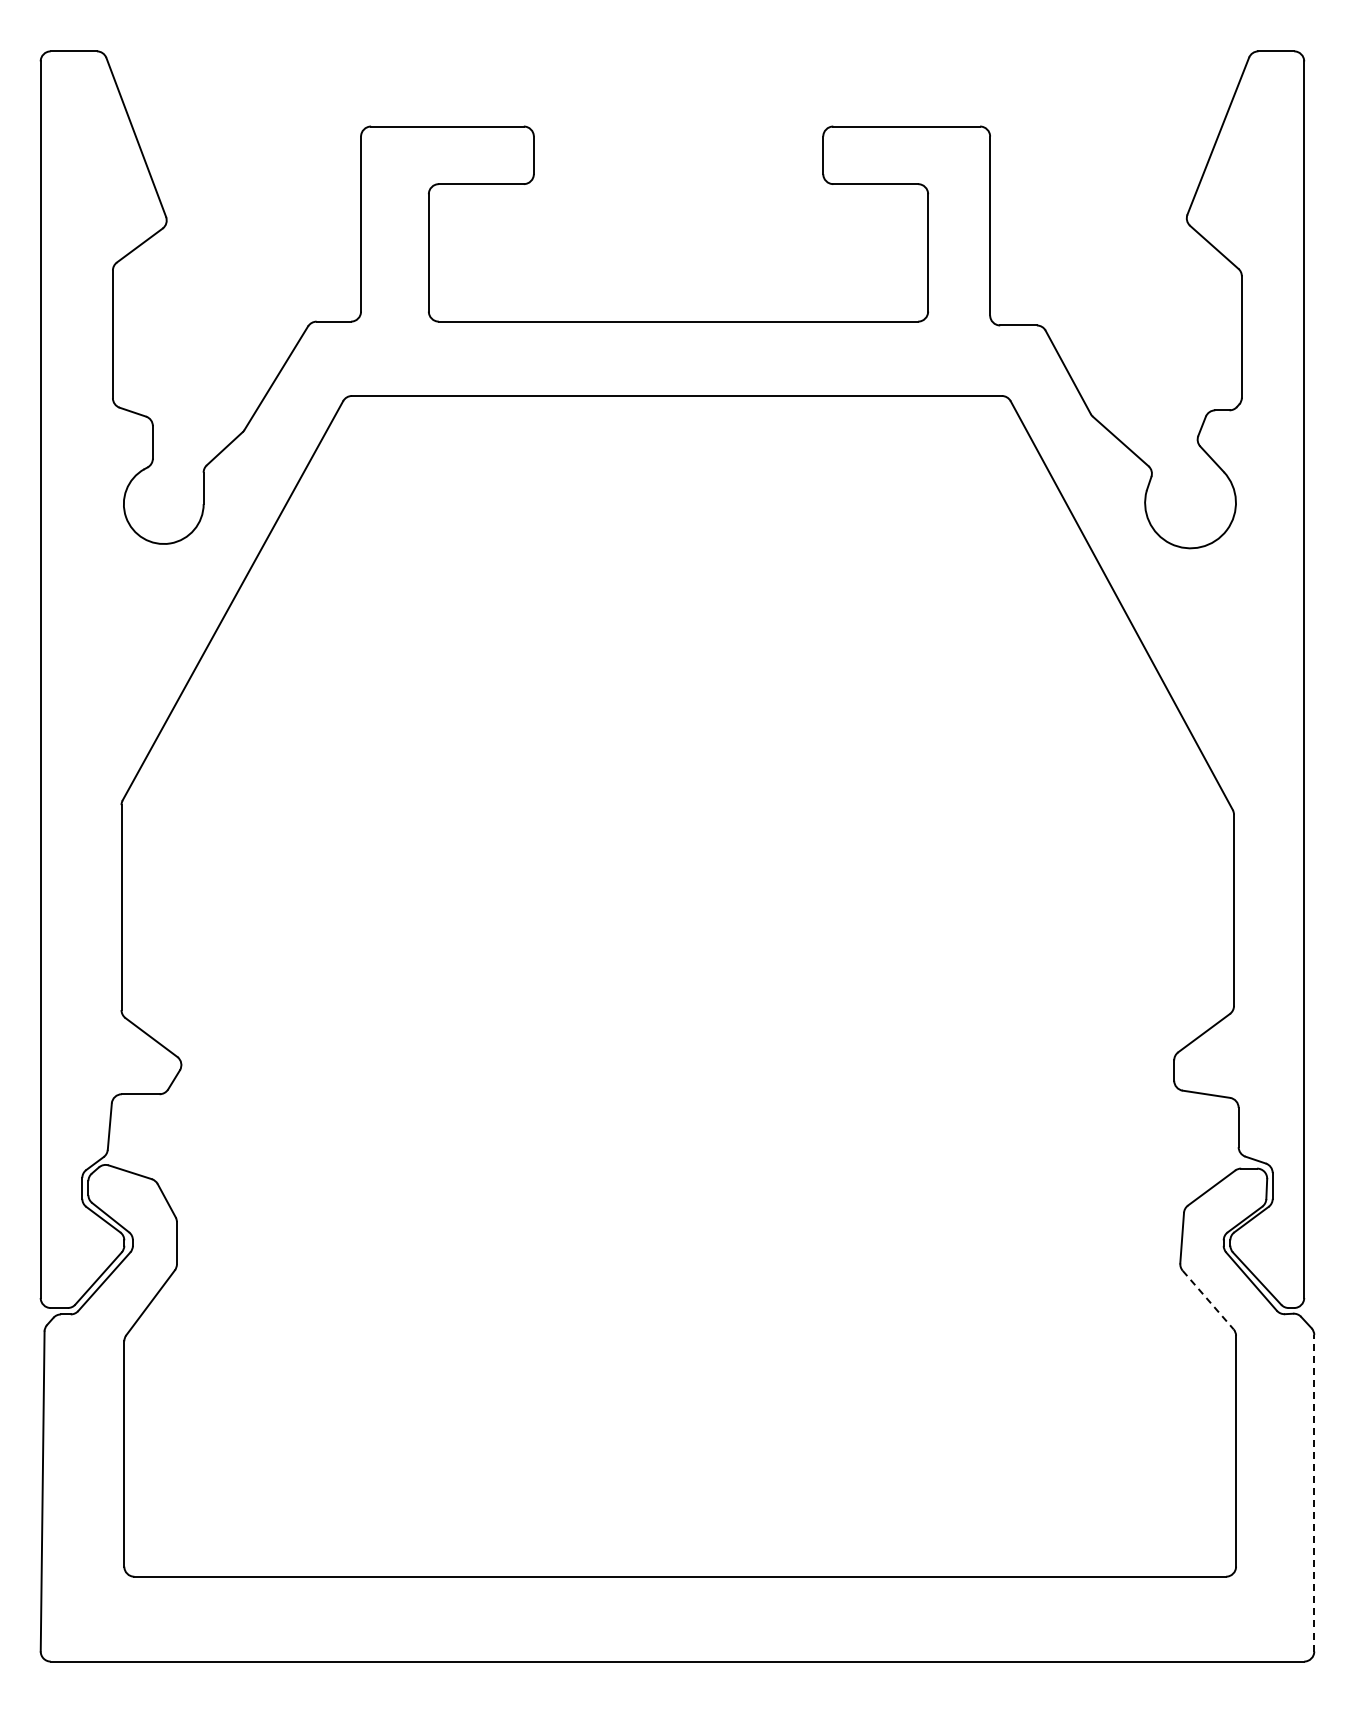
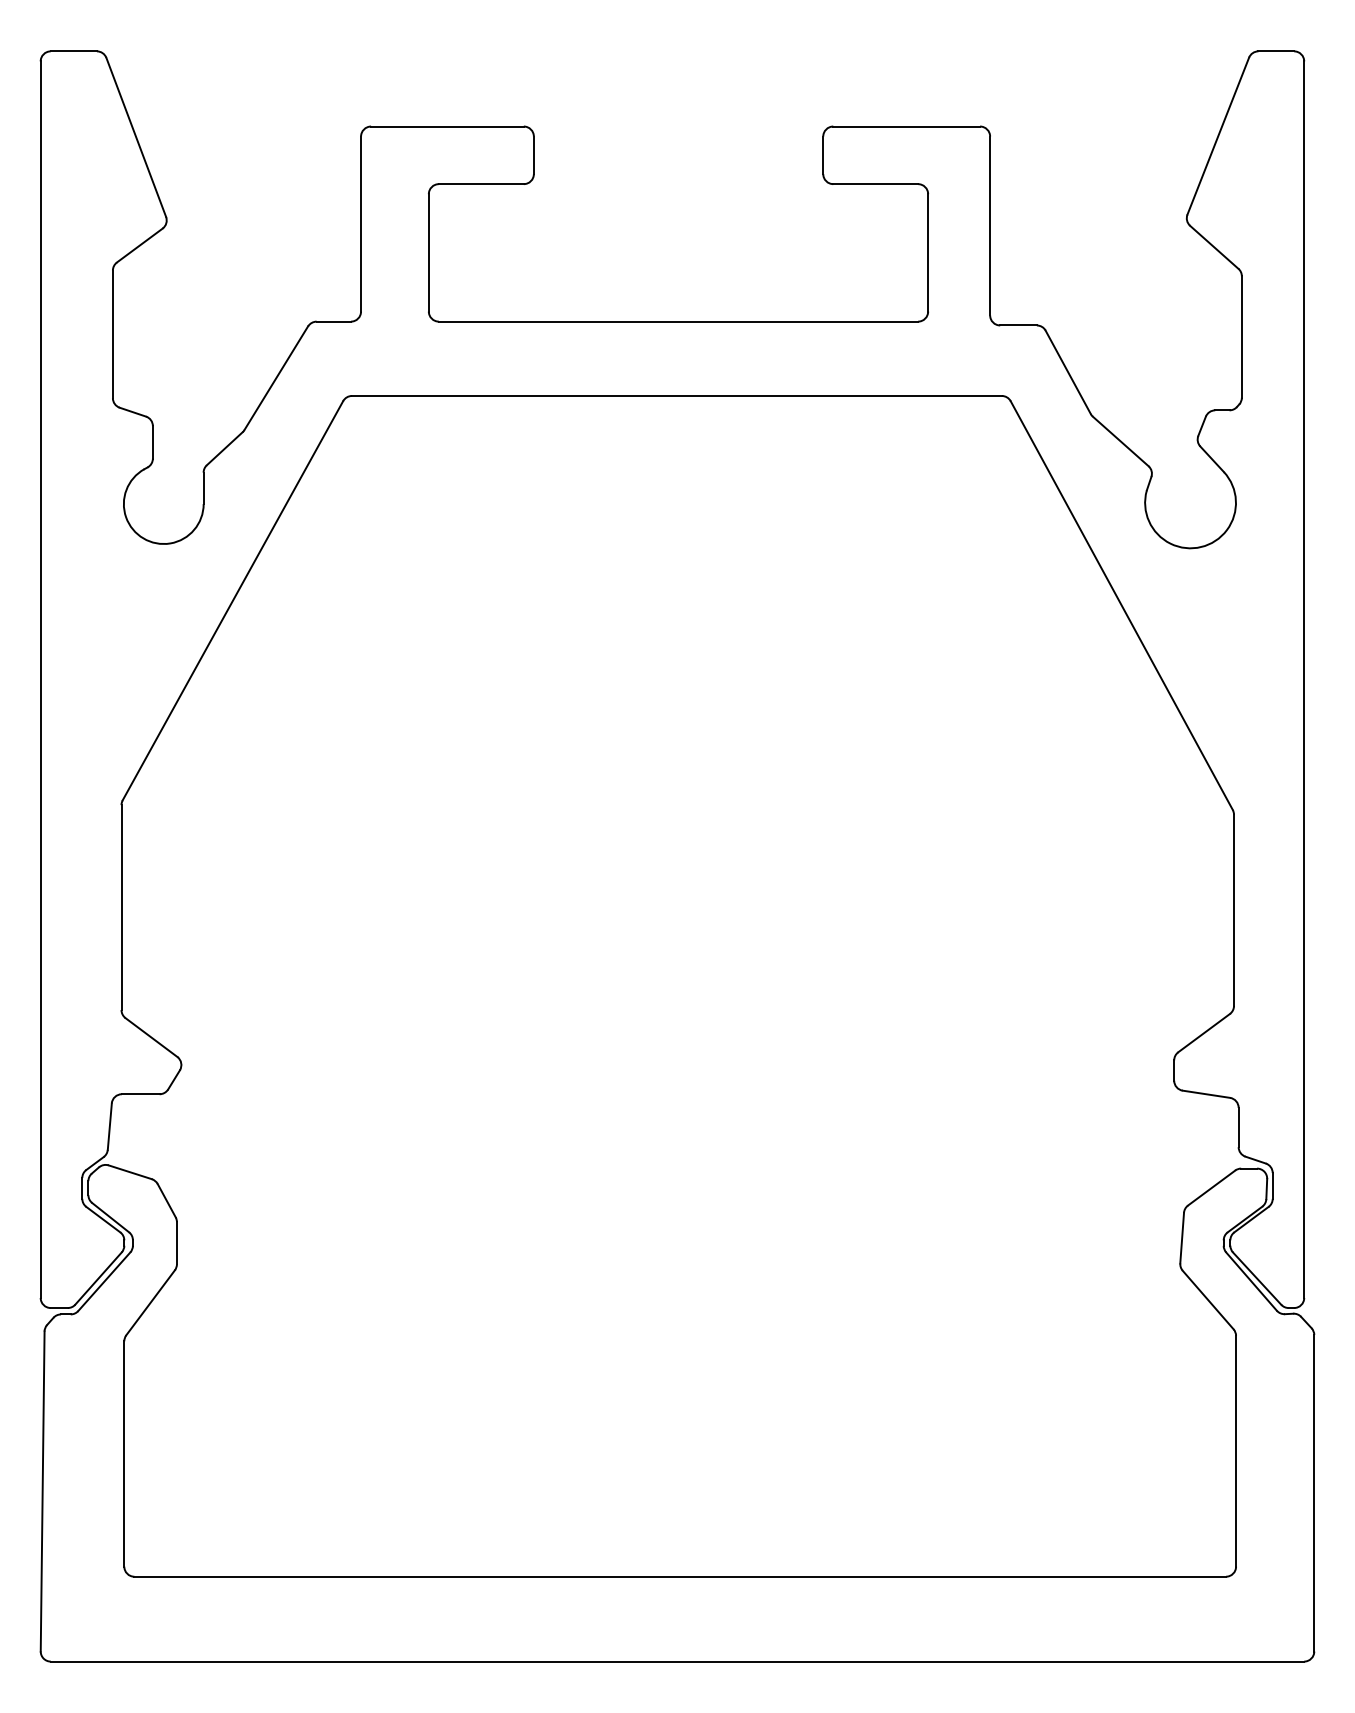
line at (1208, 1300): dashed -> solid
line at (1314, 1492): dashed -> solid
